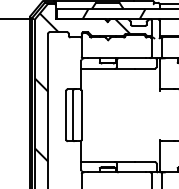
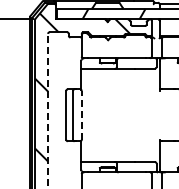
line at (48, 110): solid -> dashed
line at (81, 114): solid -> dashed
